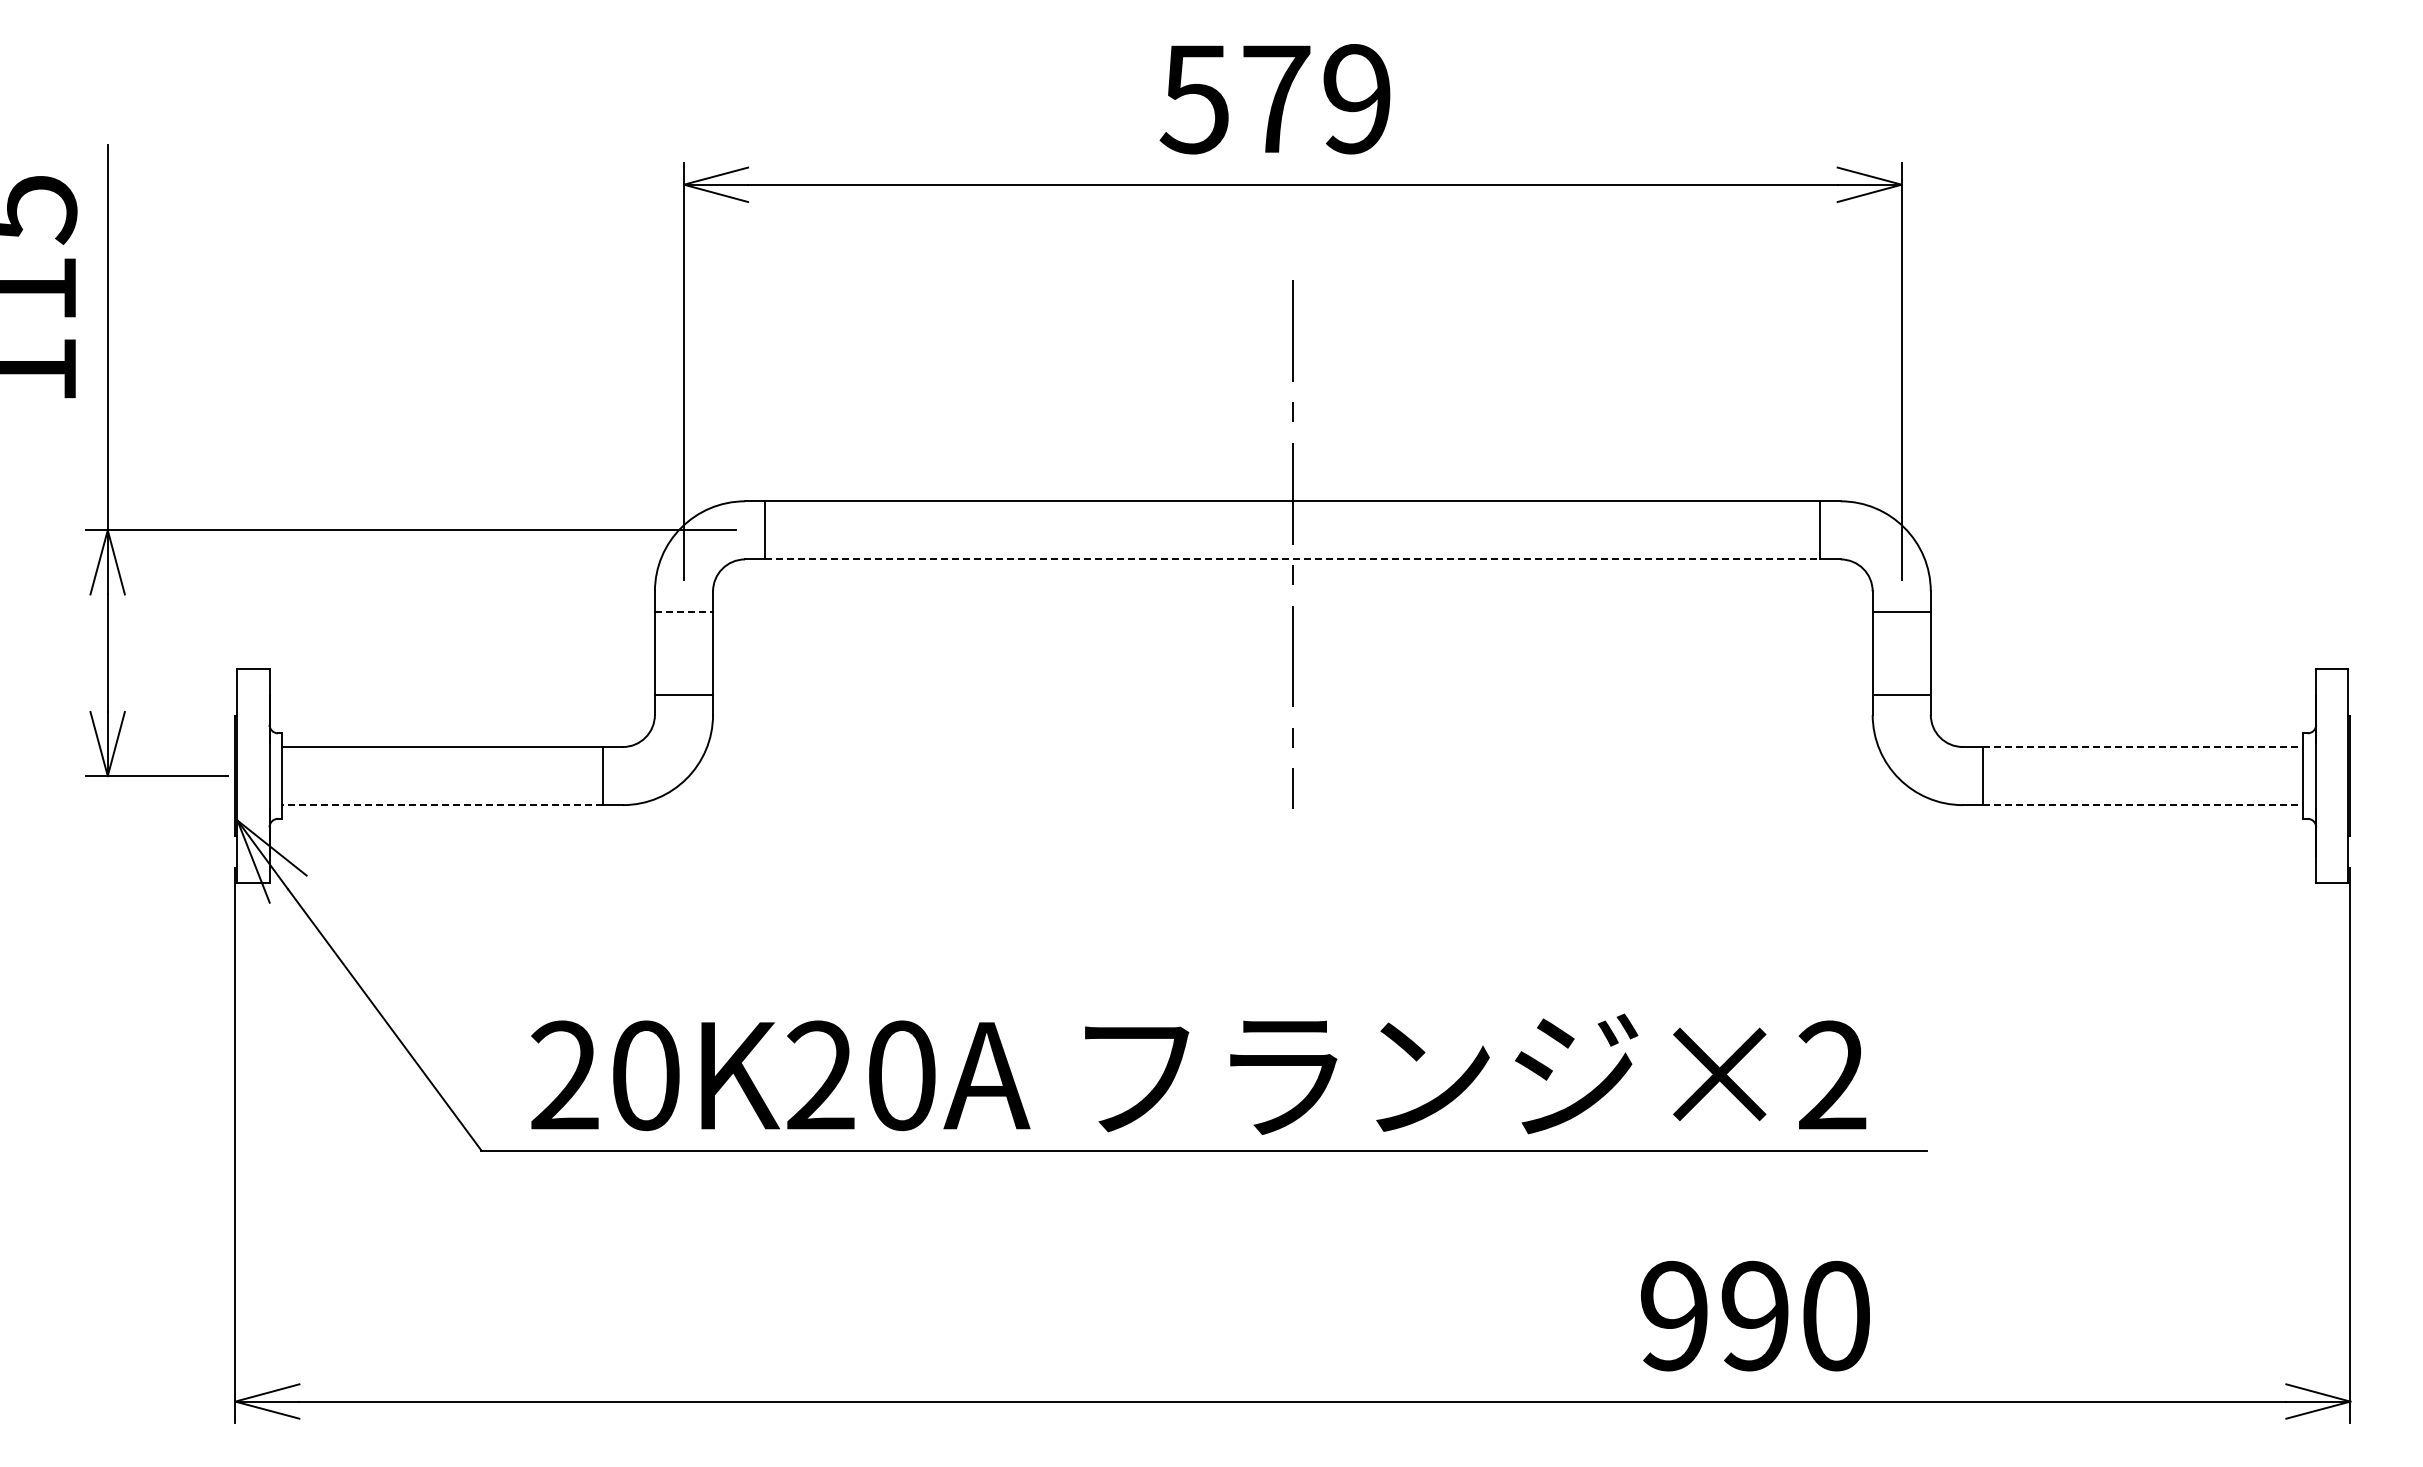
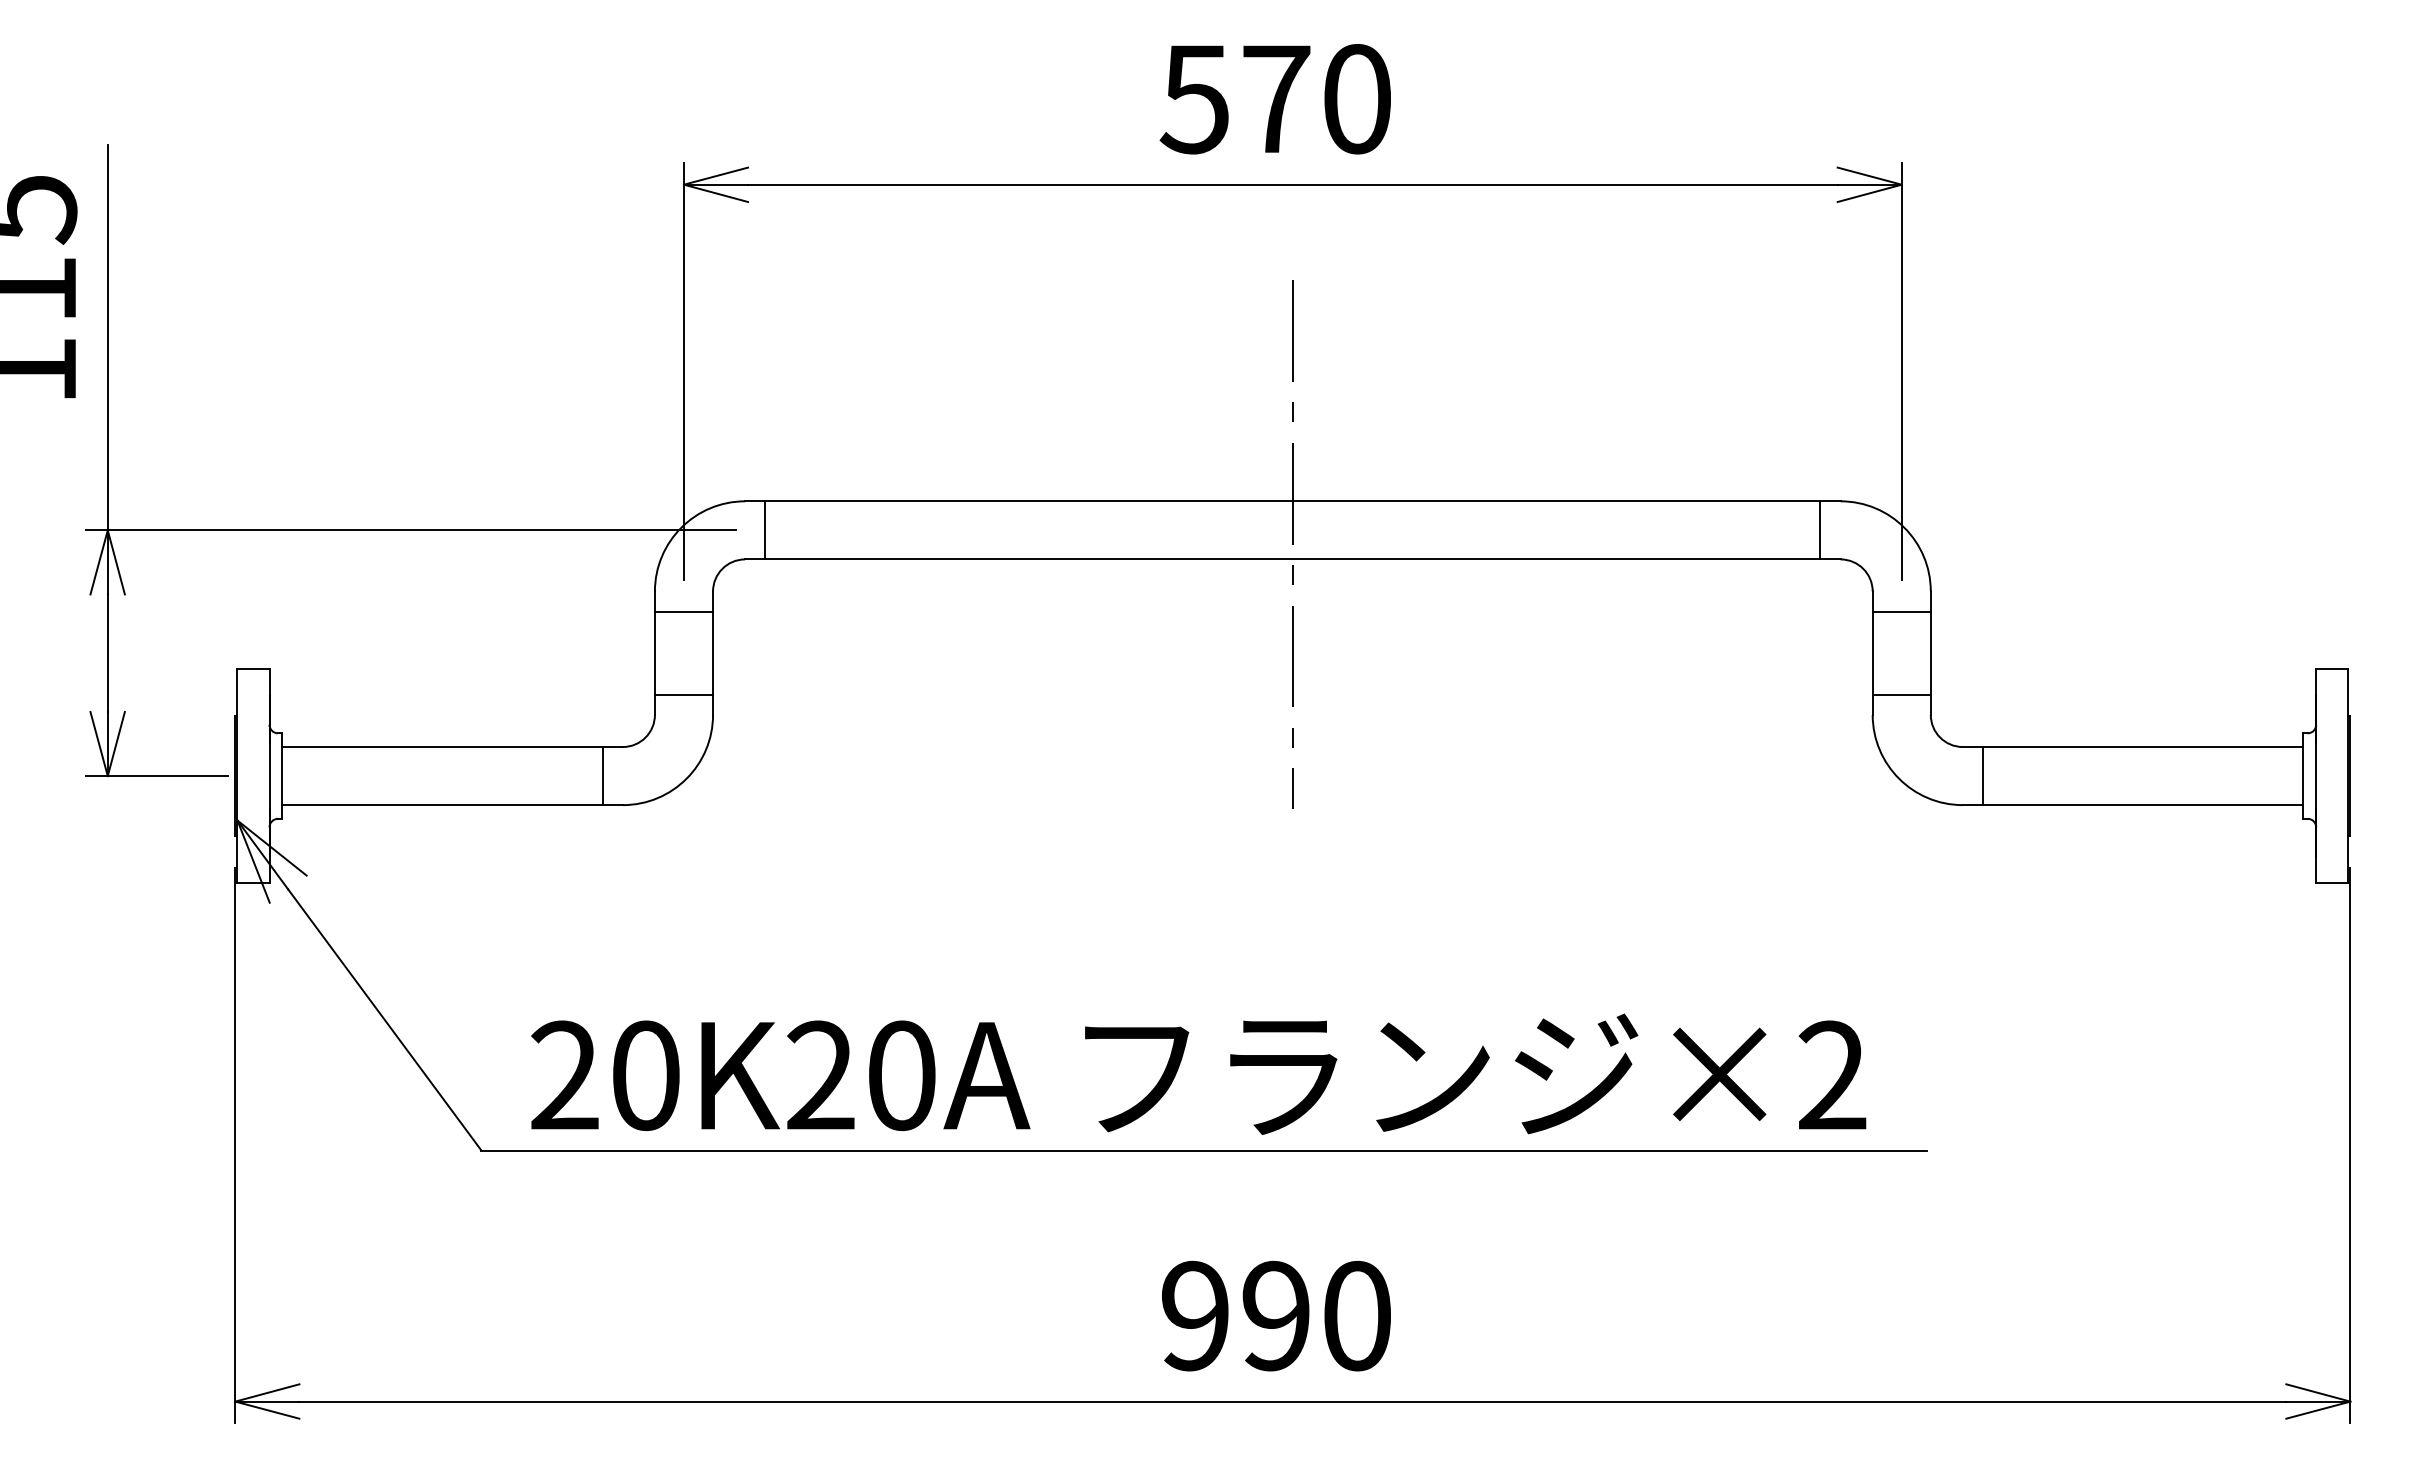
text at (1356, 99): 579 -> 570
line at (1293, 559): dashed -> solid
line at (684, 611): dashed -> solid
line at (2143, 747): dashed -> solid
line at (441, 805): dashed -> solid
line at (2143, 805): dashed -> solid
text at (1755, 1315) position: (1755, 1315) -> (1276, 1315)
